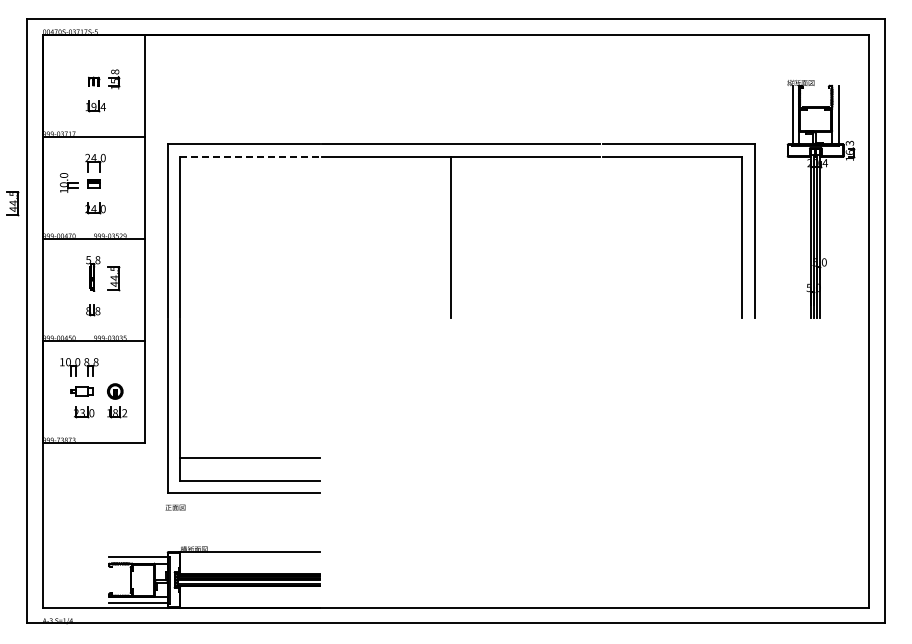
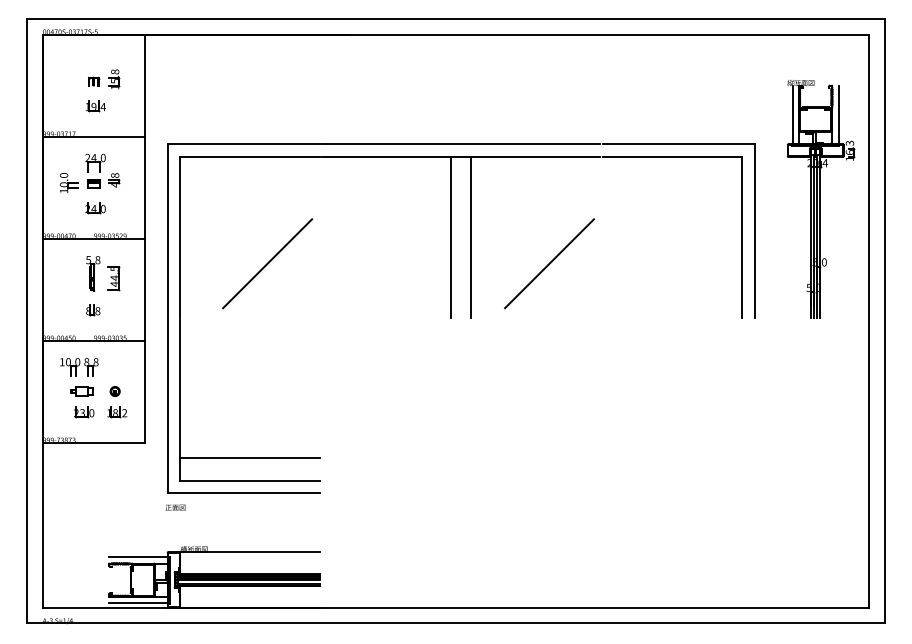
line at (249, 157): dashed -> solid
part at (114, 180): none -> present
part at (12, 203): present -> none
line at (471, 237): none -> present
line at (267, 263): none -> present
line at (549, 263): none -> present
part at (115, 391) size: 17x17 px -> 12x11 px
